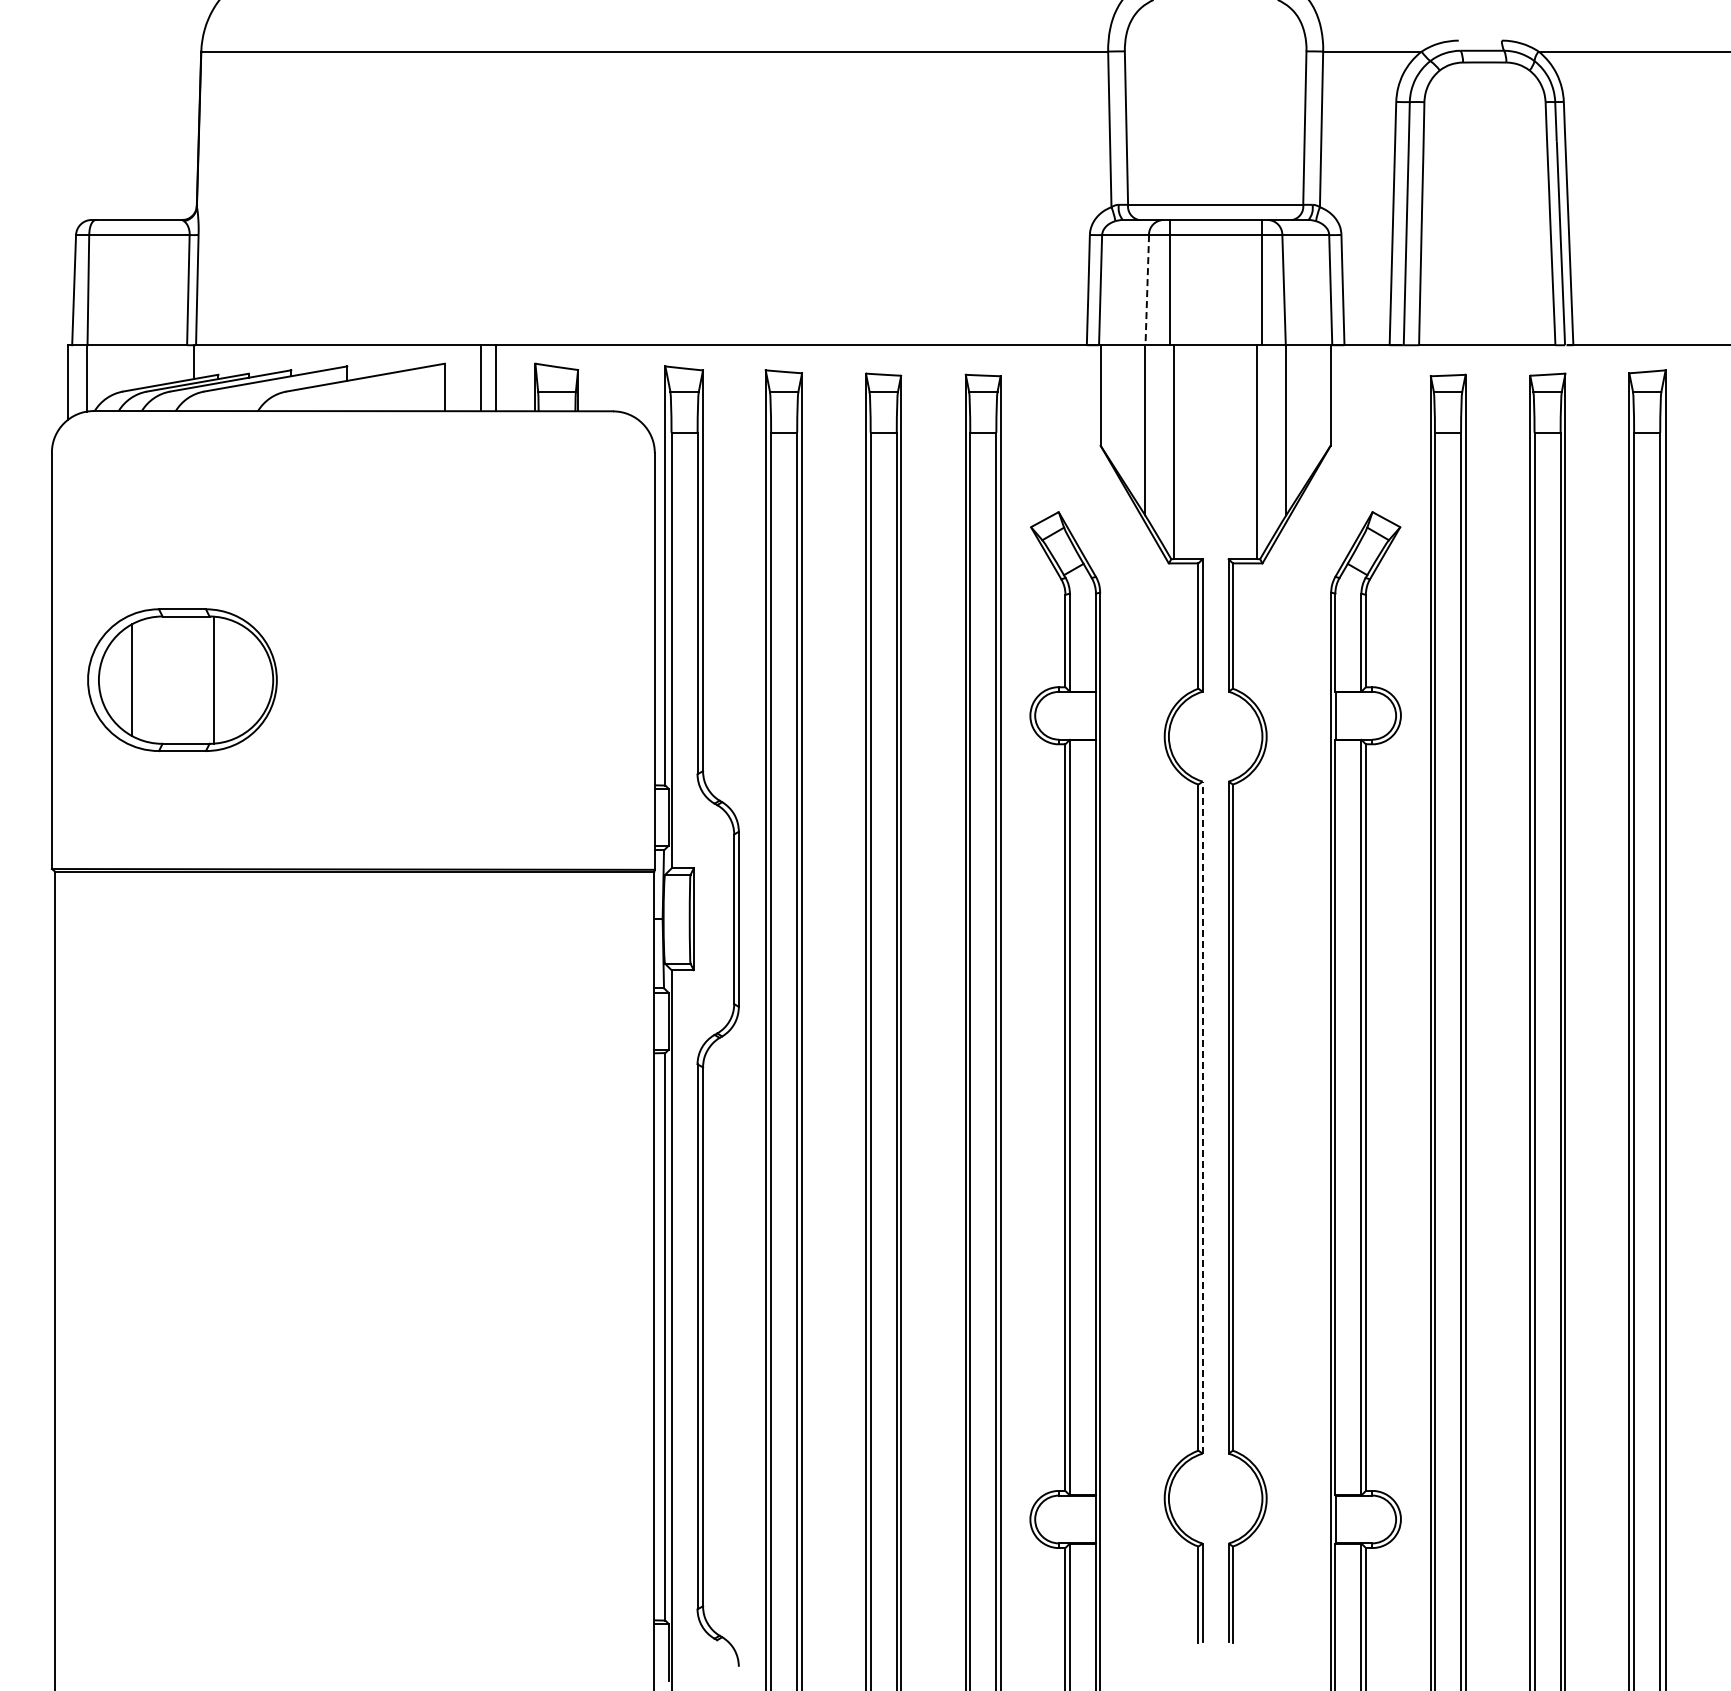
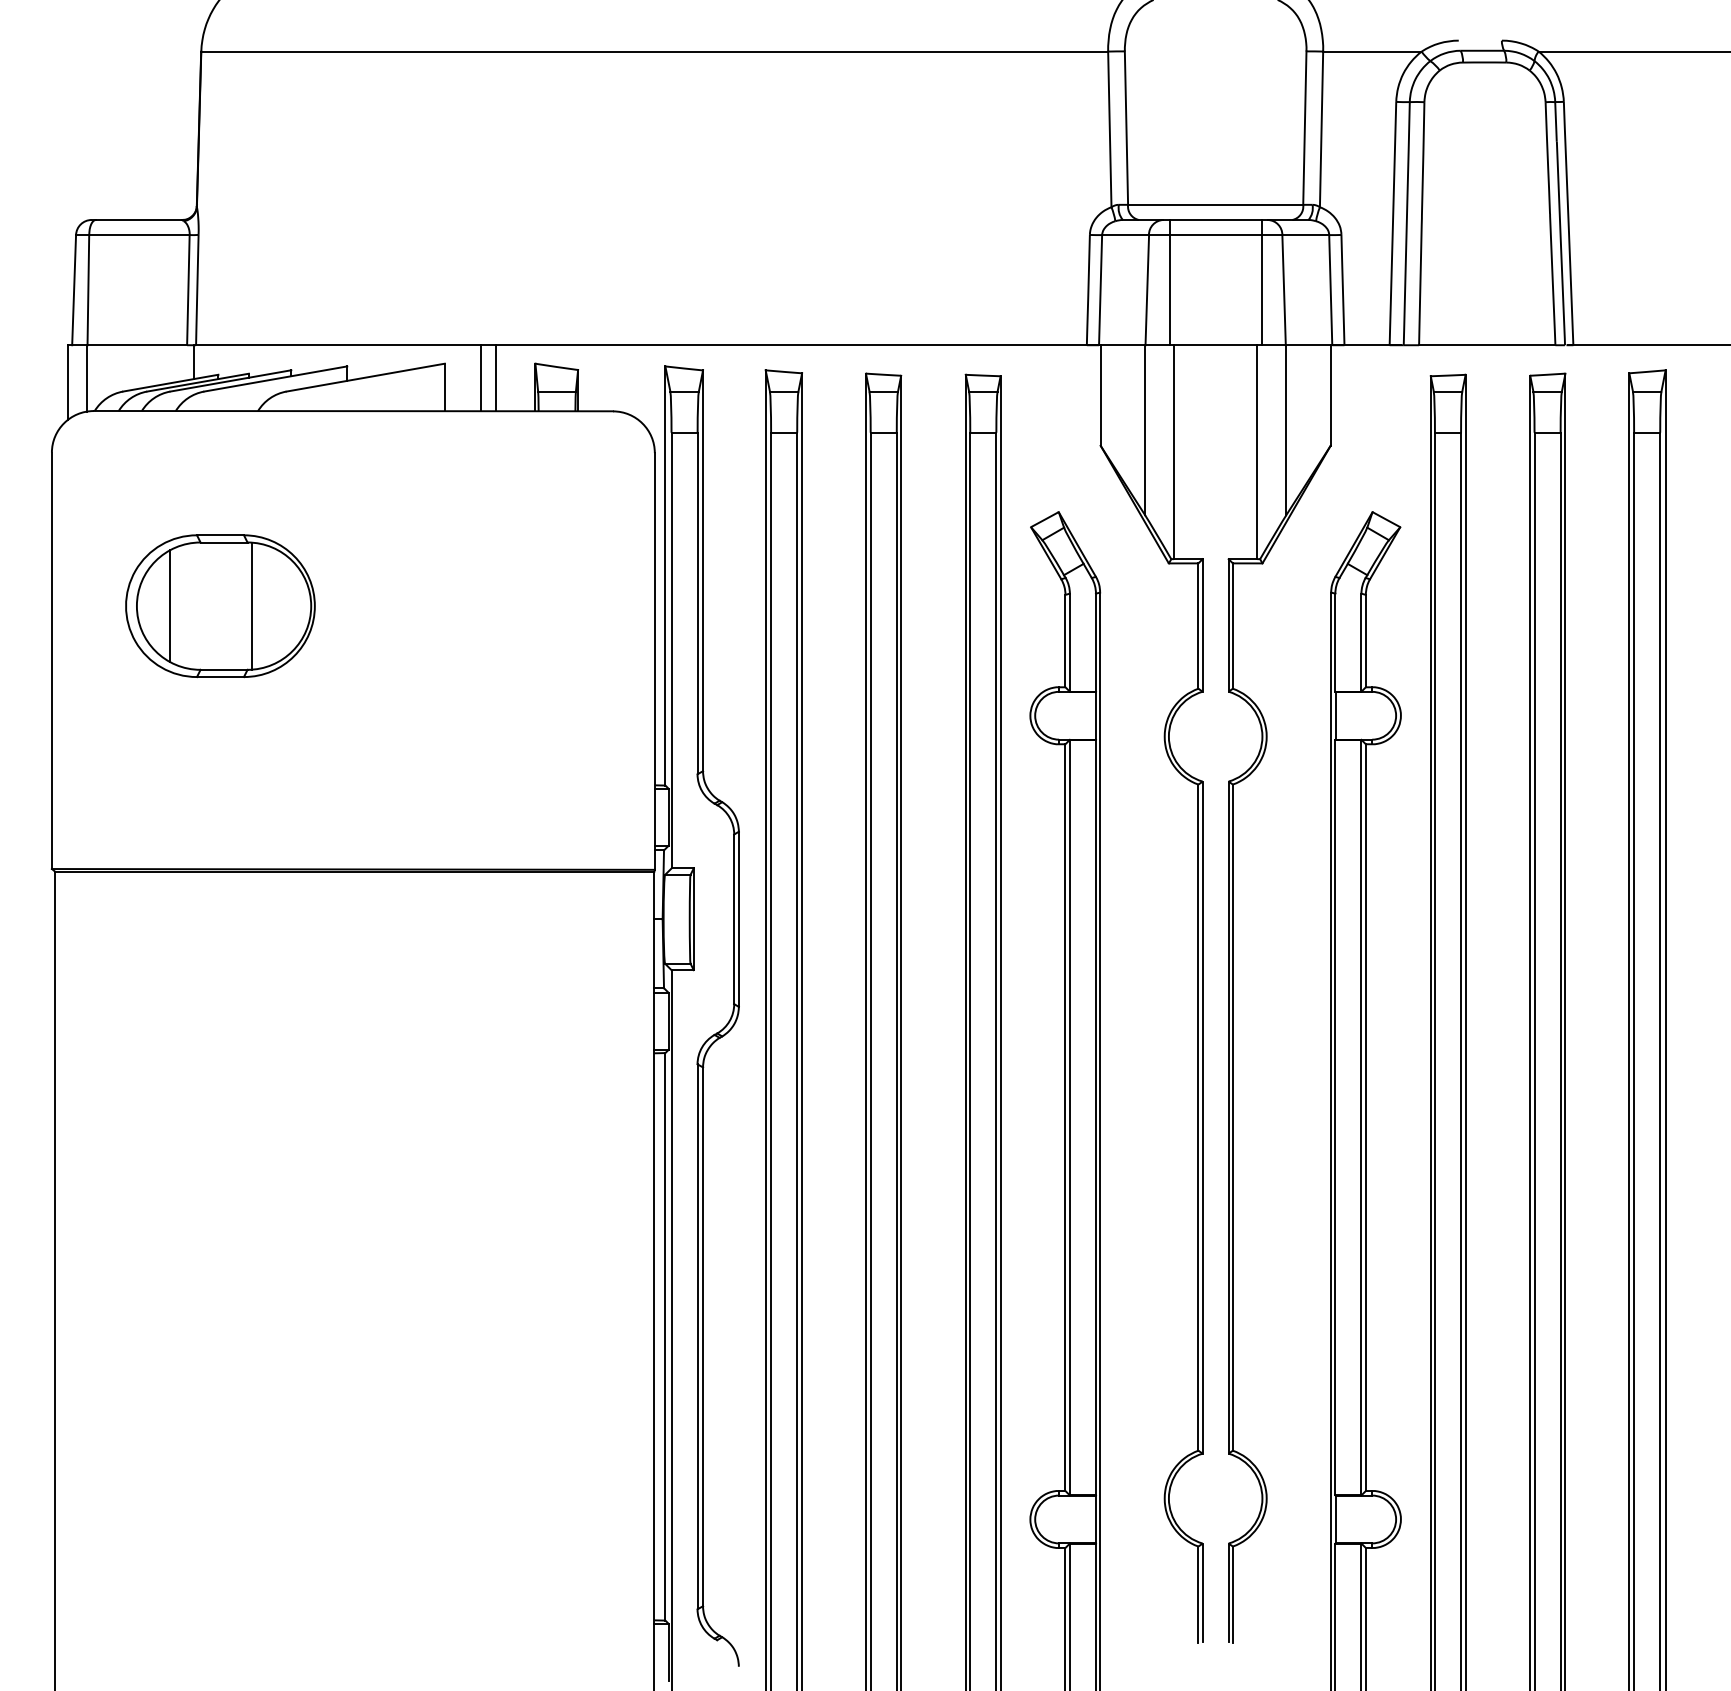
line at (1147, 290): dashed -> solid
part at (182, 680) position: (182, 680) -> (220, 606)
line at (1202, 1117): dashed -> solid
